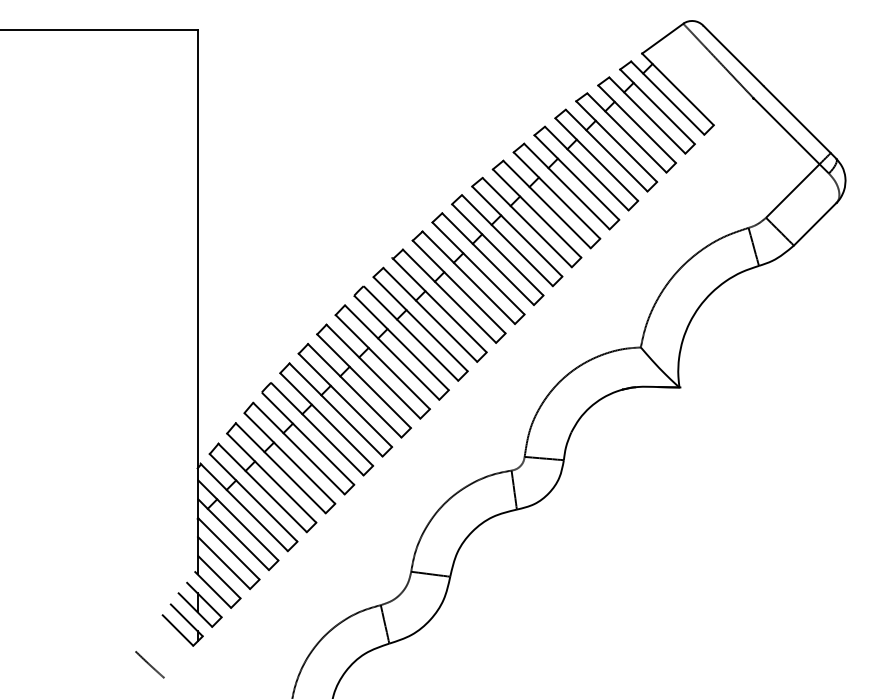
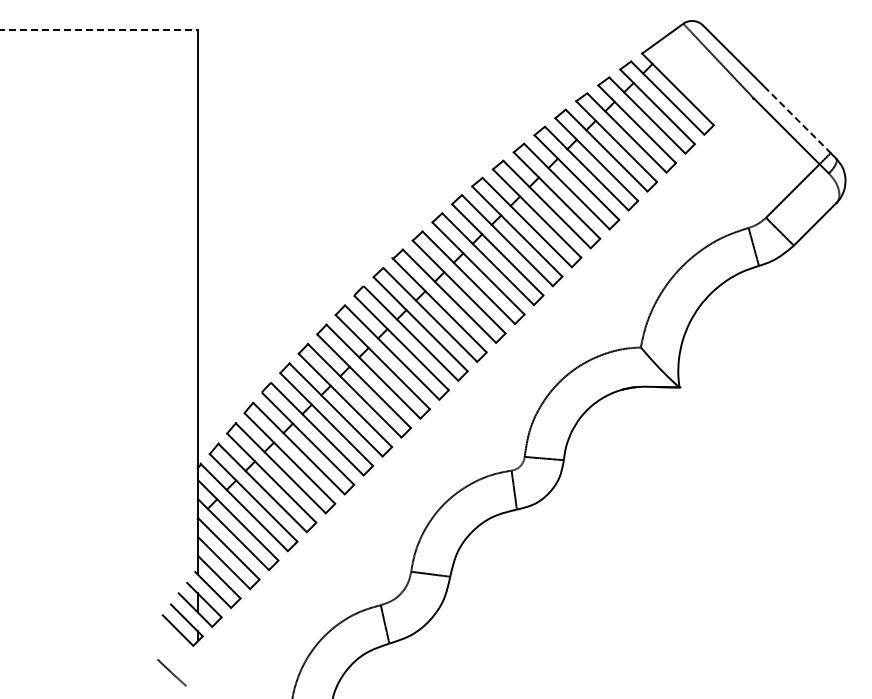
line at (99, 29): solid -> dashed
line at (797, 120): solid -> dashed
line at (149, 664) position: (149, 664) -> (171, 672)
